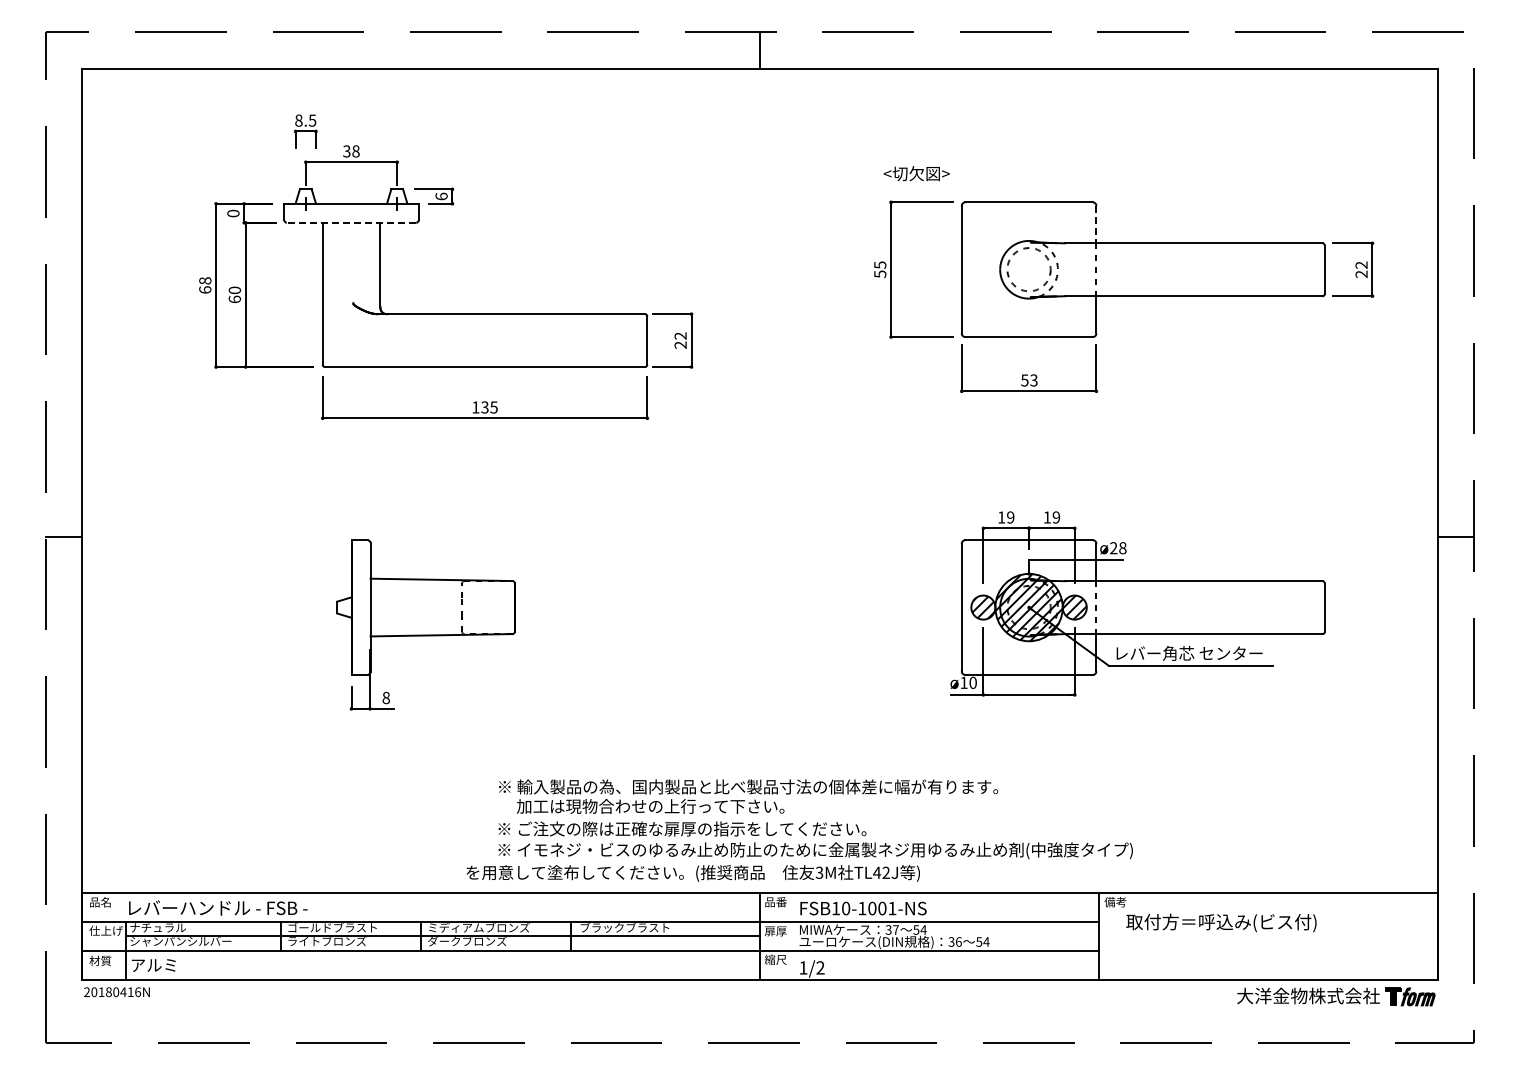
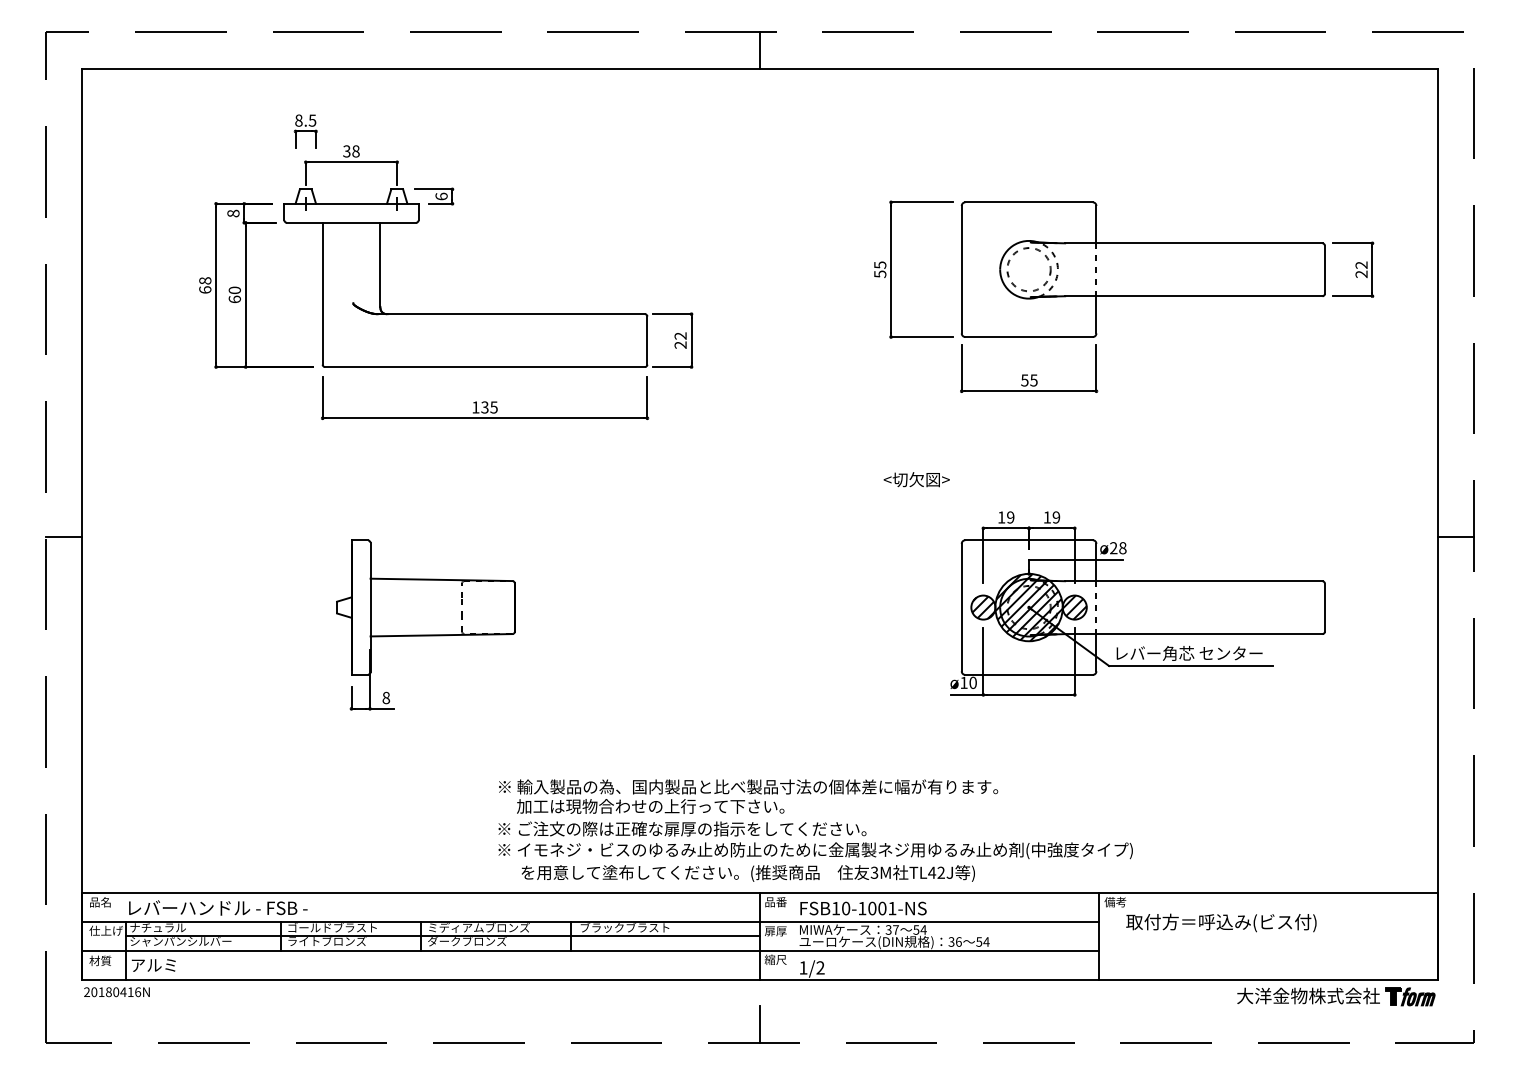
text at (916, 173) position: (916, 173) -> (916, 479)
text at (233, 213): 0 -> 8
line at (351, 222): dashed -> solid
line at (1096, 224): dashed -> solid
text at (1033, 379): 53 -> 55
text at (693, 873) position: (693, 873) -> (748, 873)
line at (760, 1023): none -> present
